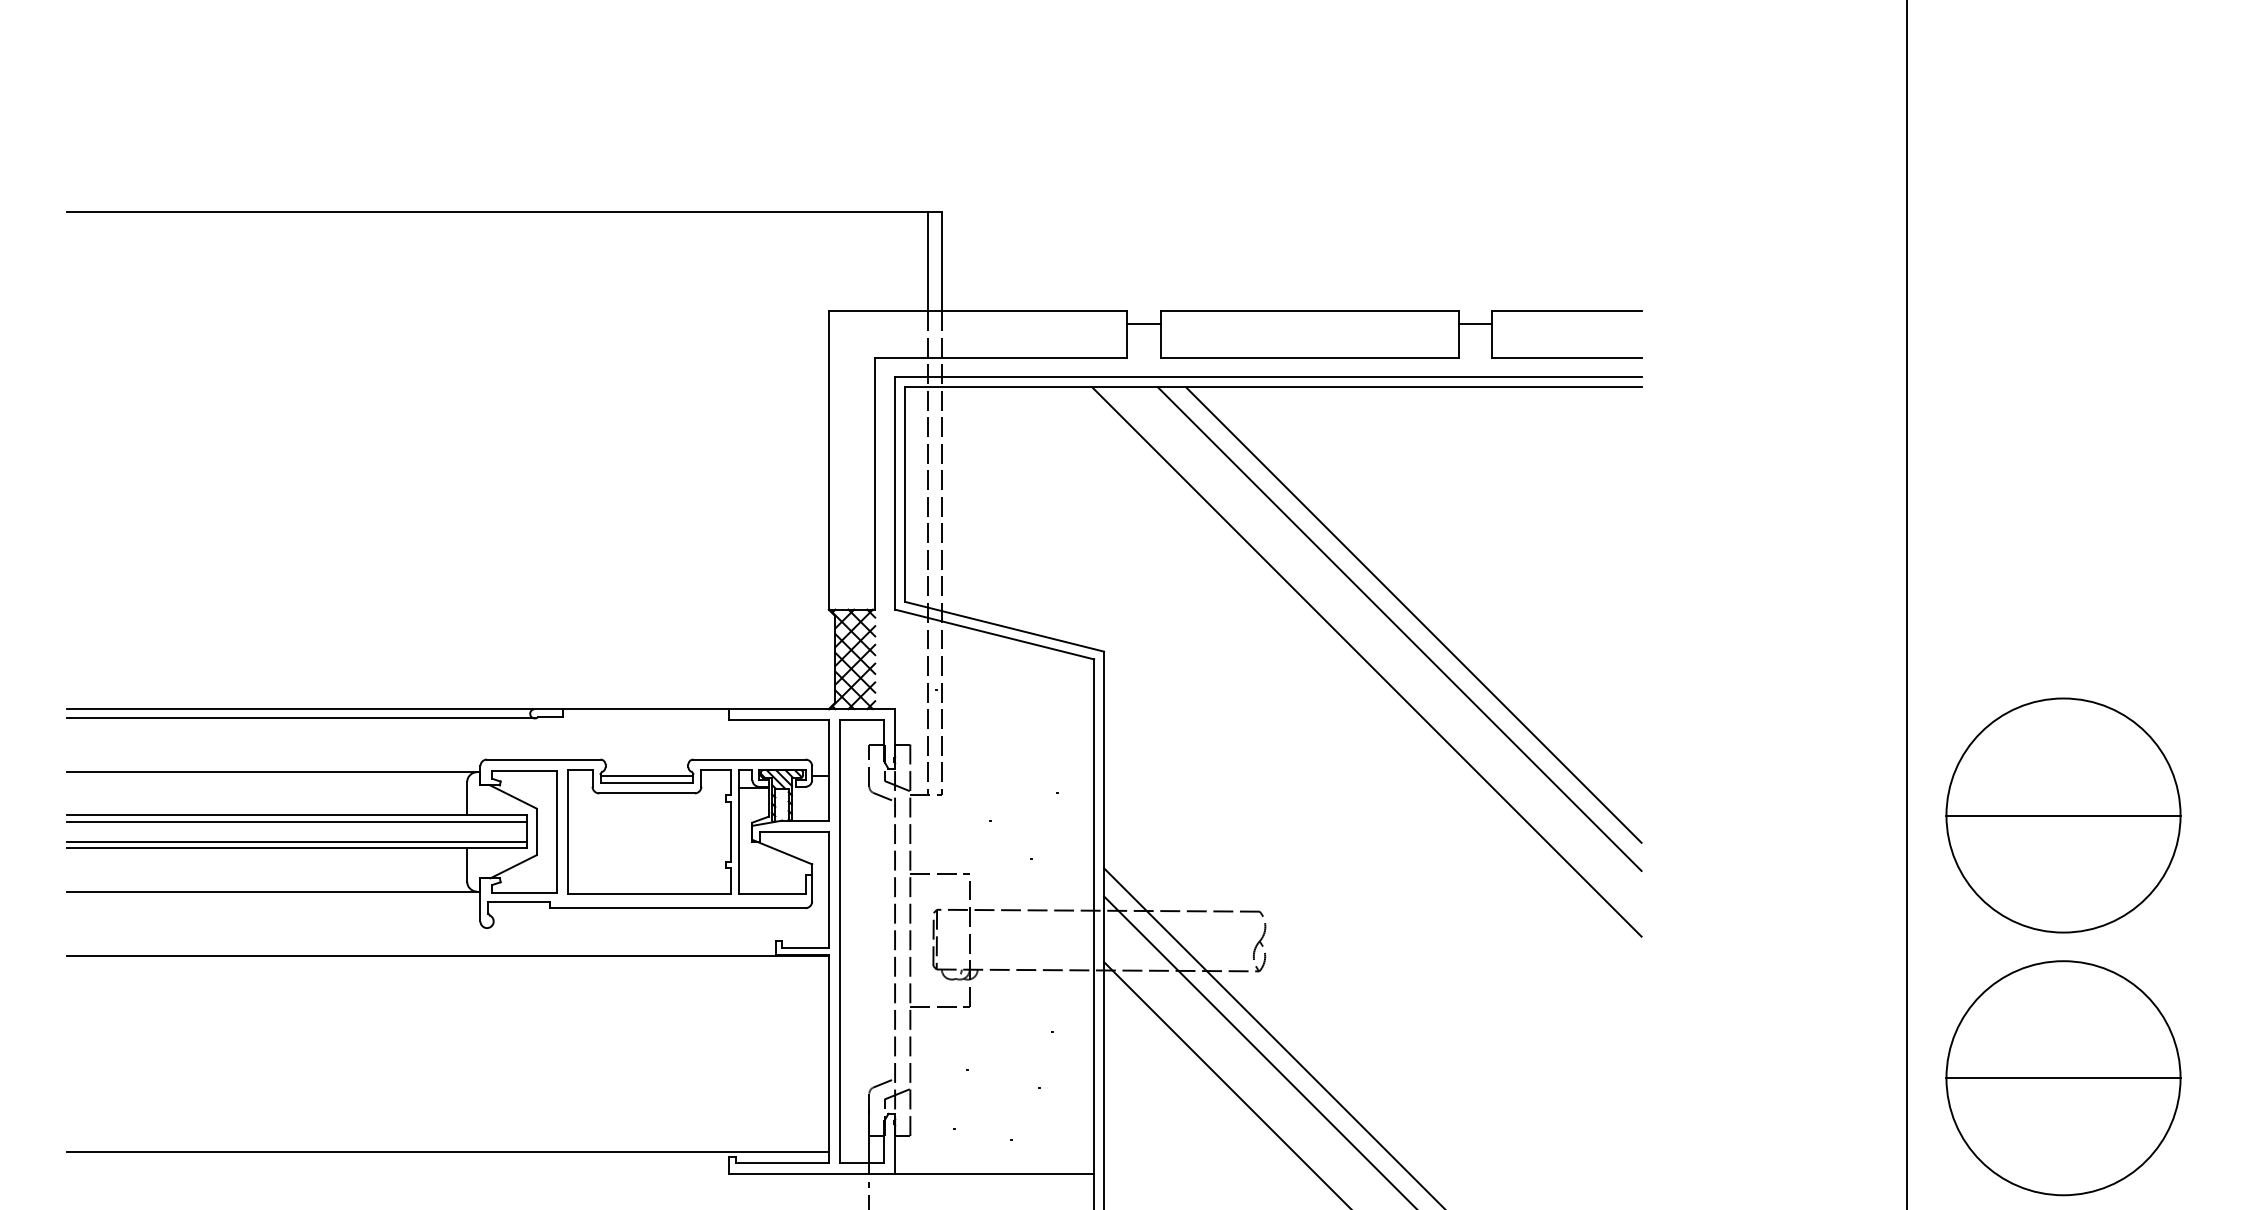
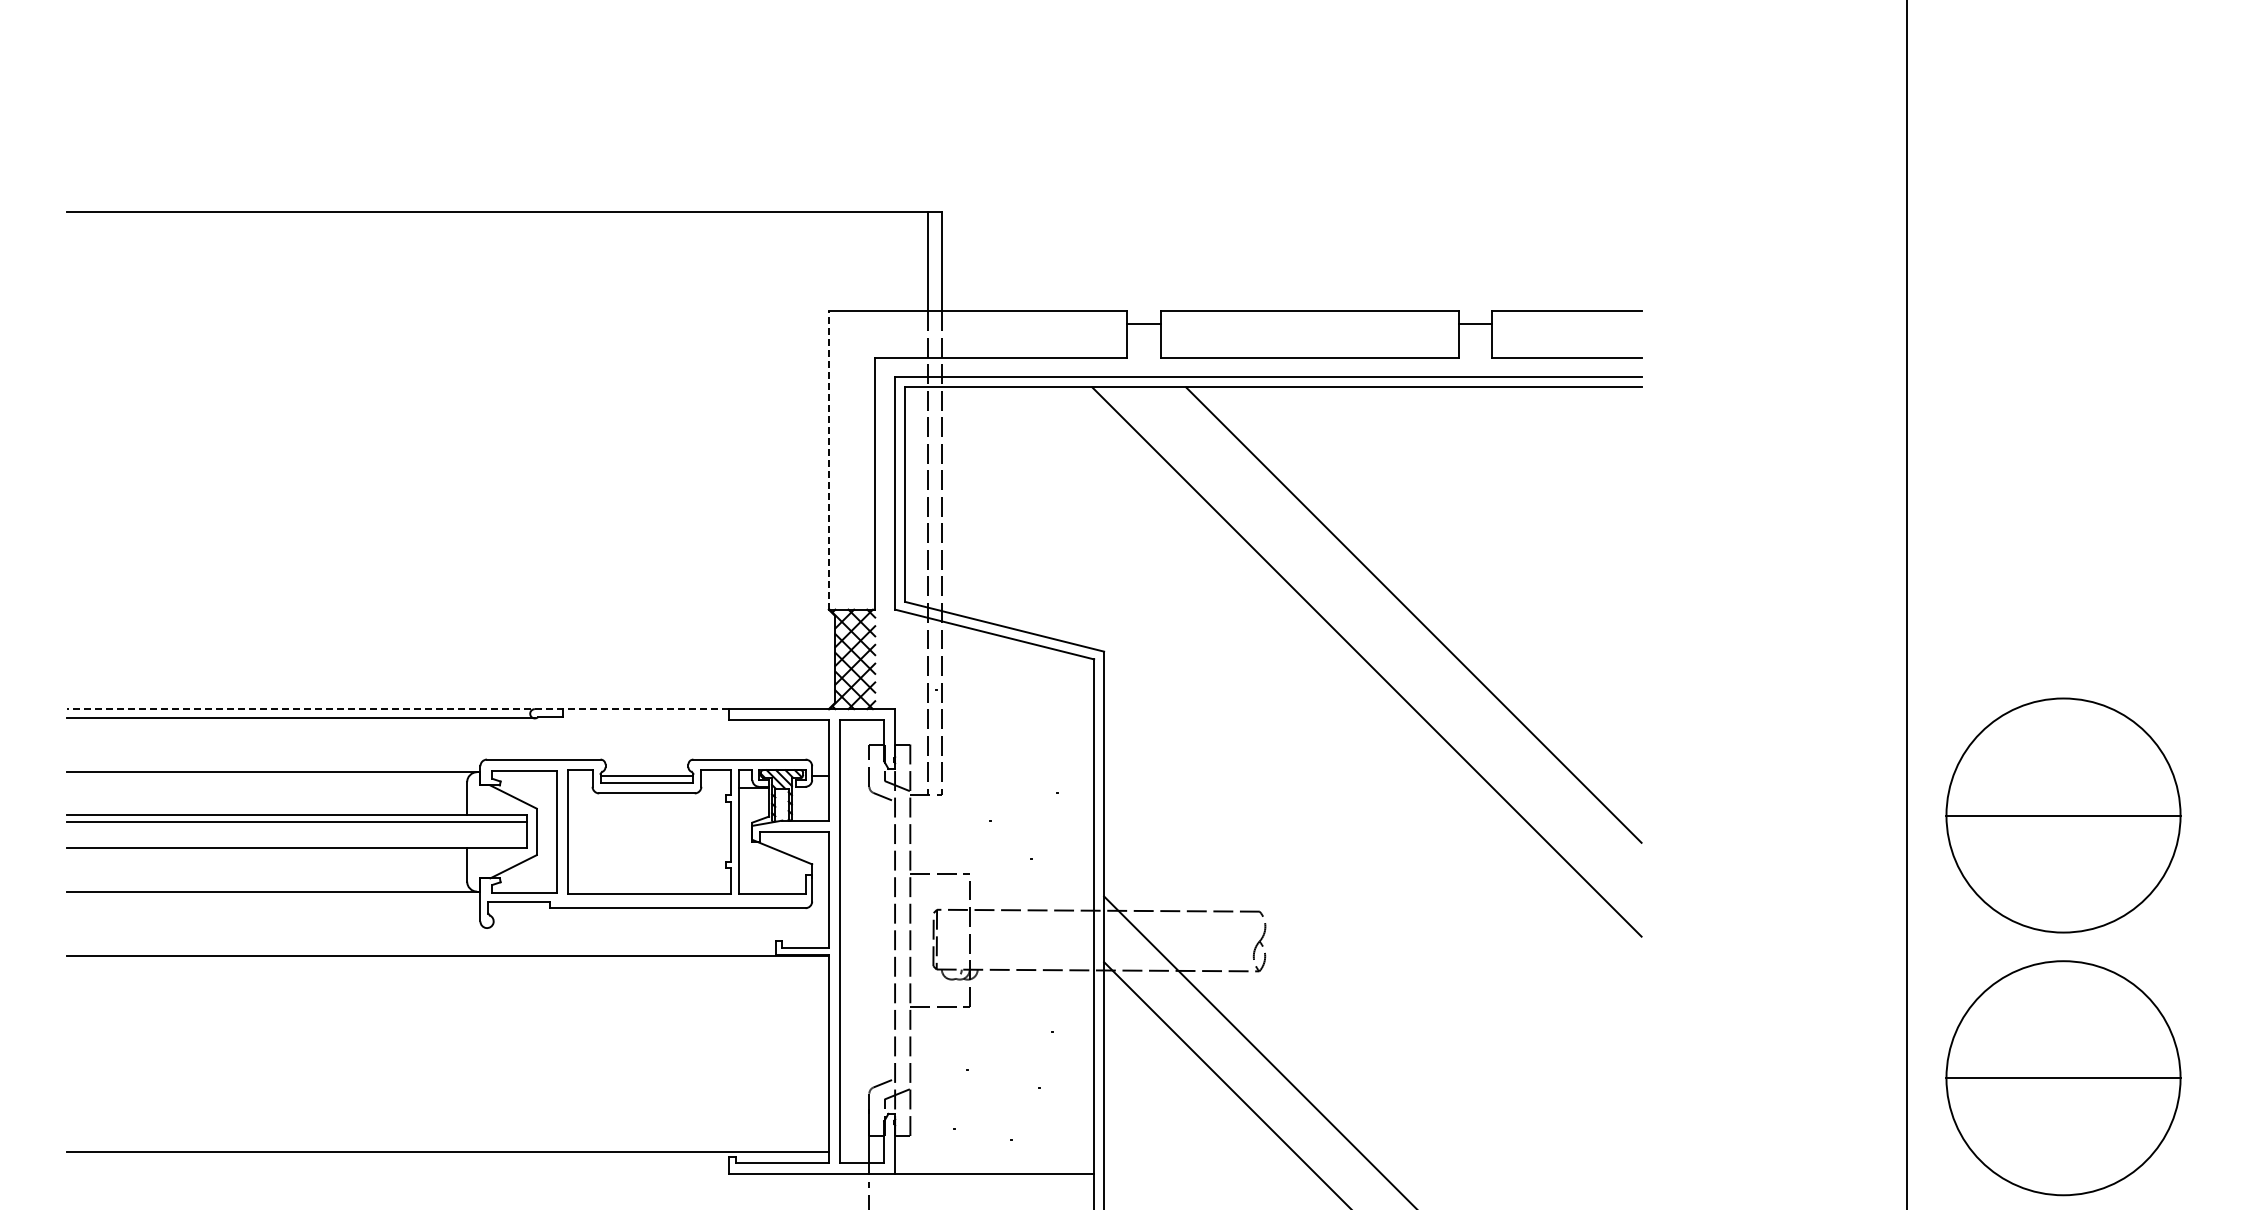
line at (828, 459): solid -> dashed
line at (1399, 628): present -> none
line at (398, 709): solid -> dashed
line at (296, 841): present -> none
line at (1273, 1037): present -> none
